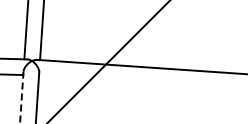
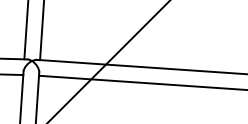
line at (141, 82): none -> present
line at (21, 97): dashed -> solid
